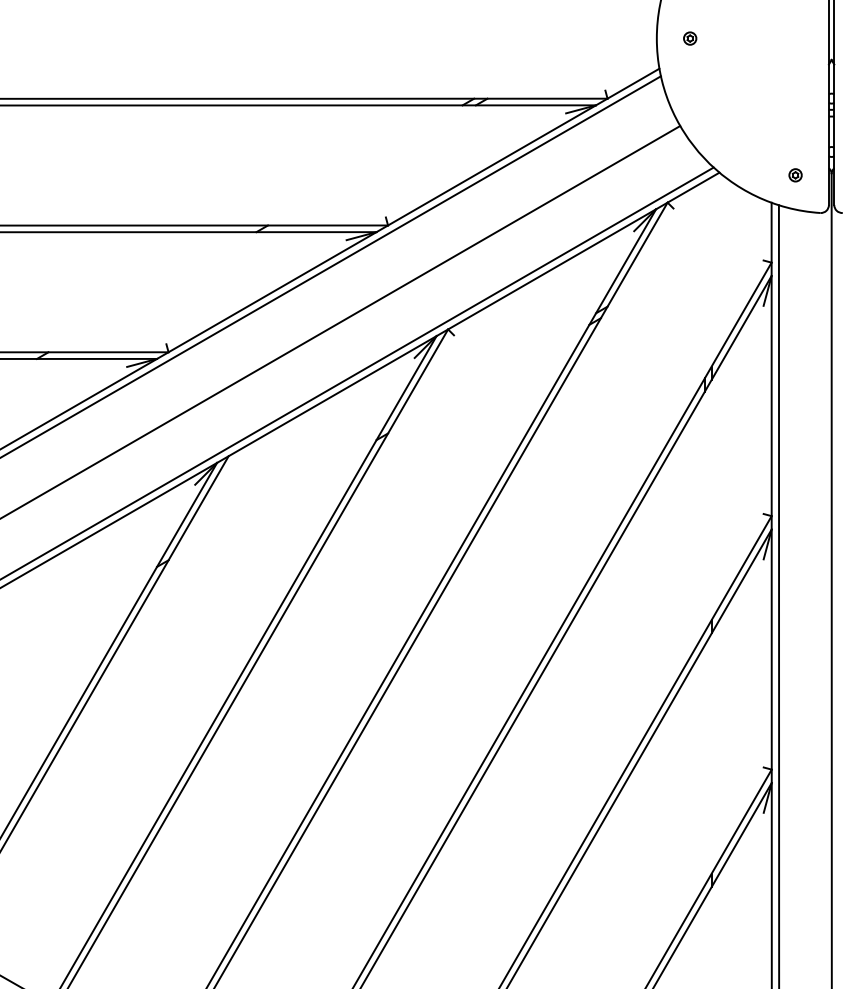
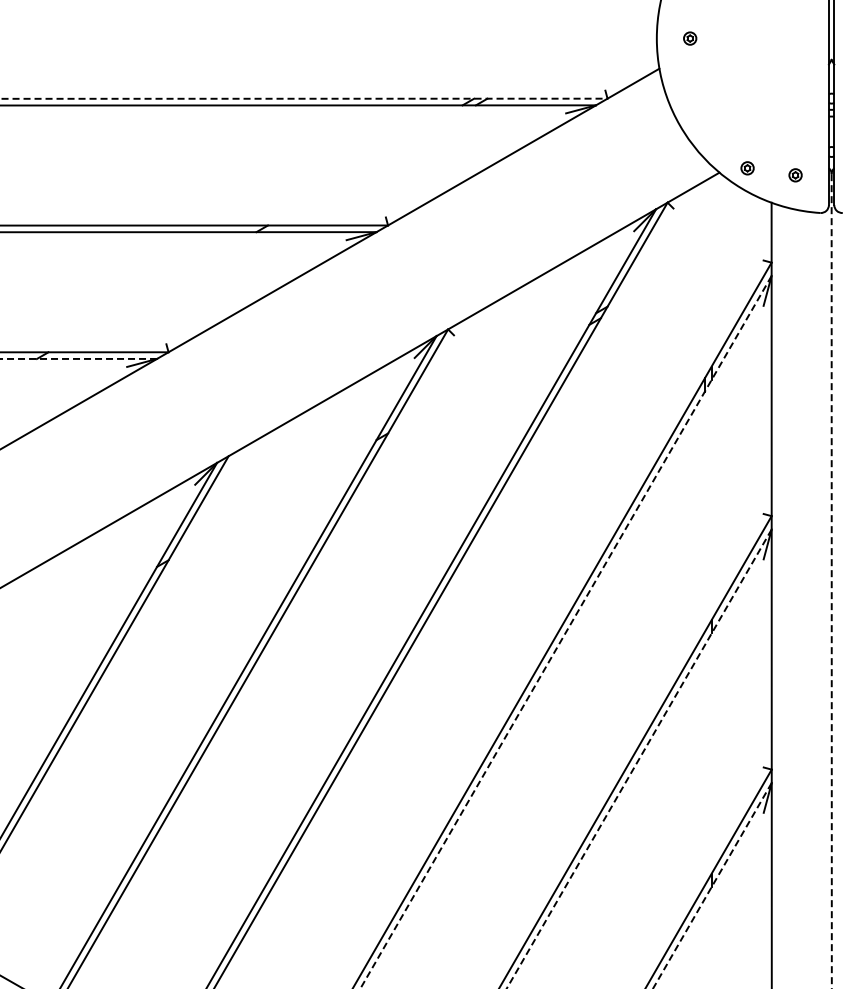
line at (303, 98): solid -> dashed
part at (747, 168): none -> present
line at (331, 266): present -> none
line at (341, 321): present -> none
line at (78, 358): solid -> dashed
line at (357, 372): present -> none
line at (831, 581): solid -> dashed
line at (778, 595): present -> none
line at (565, 632): solid -> dashed
line at (639, 758): solid -> dashed
line at (712, 885): solid -> dashed
